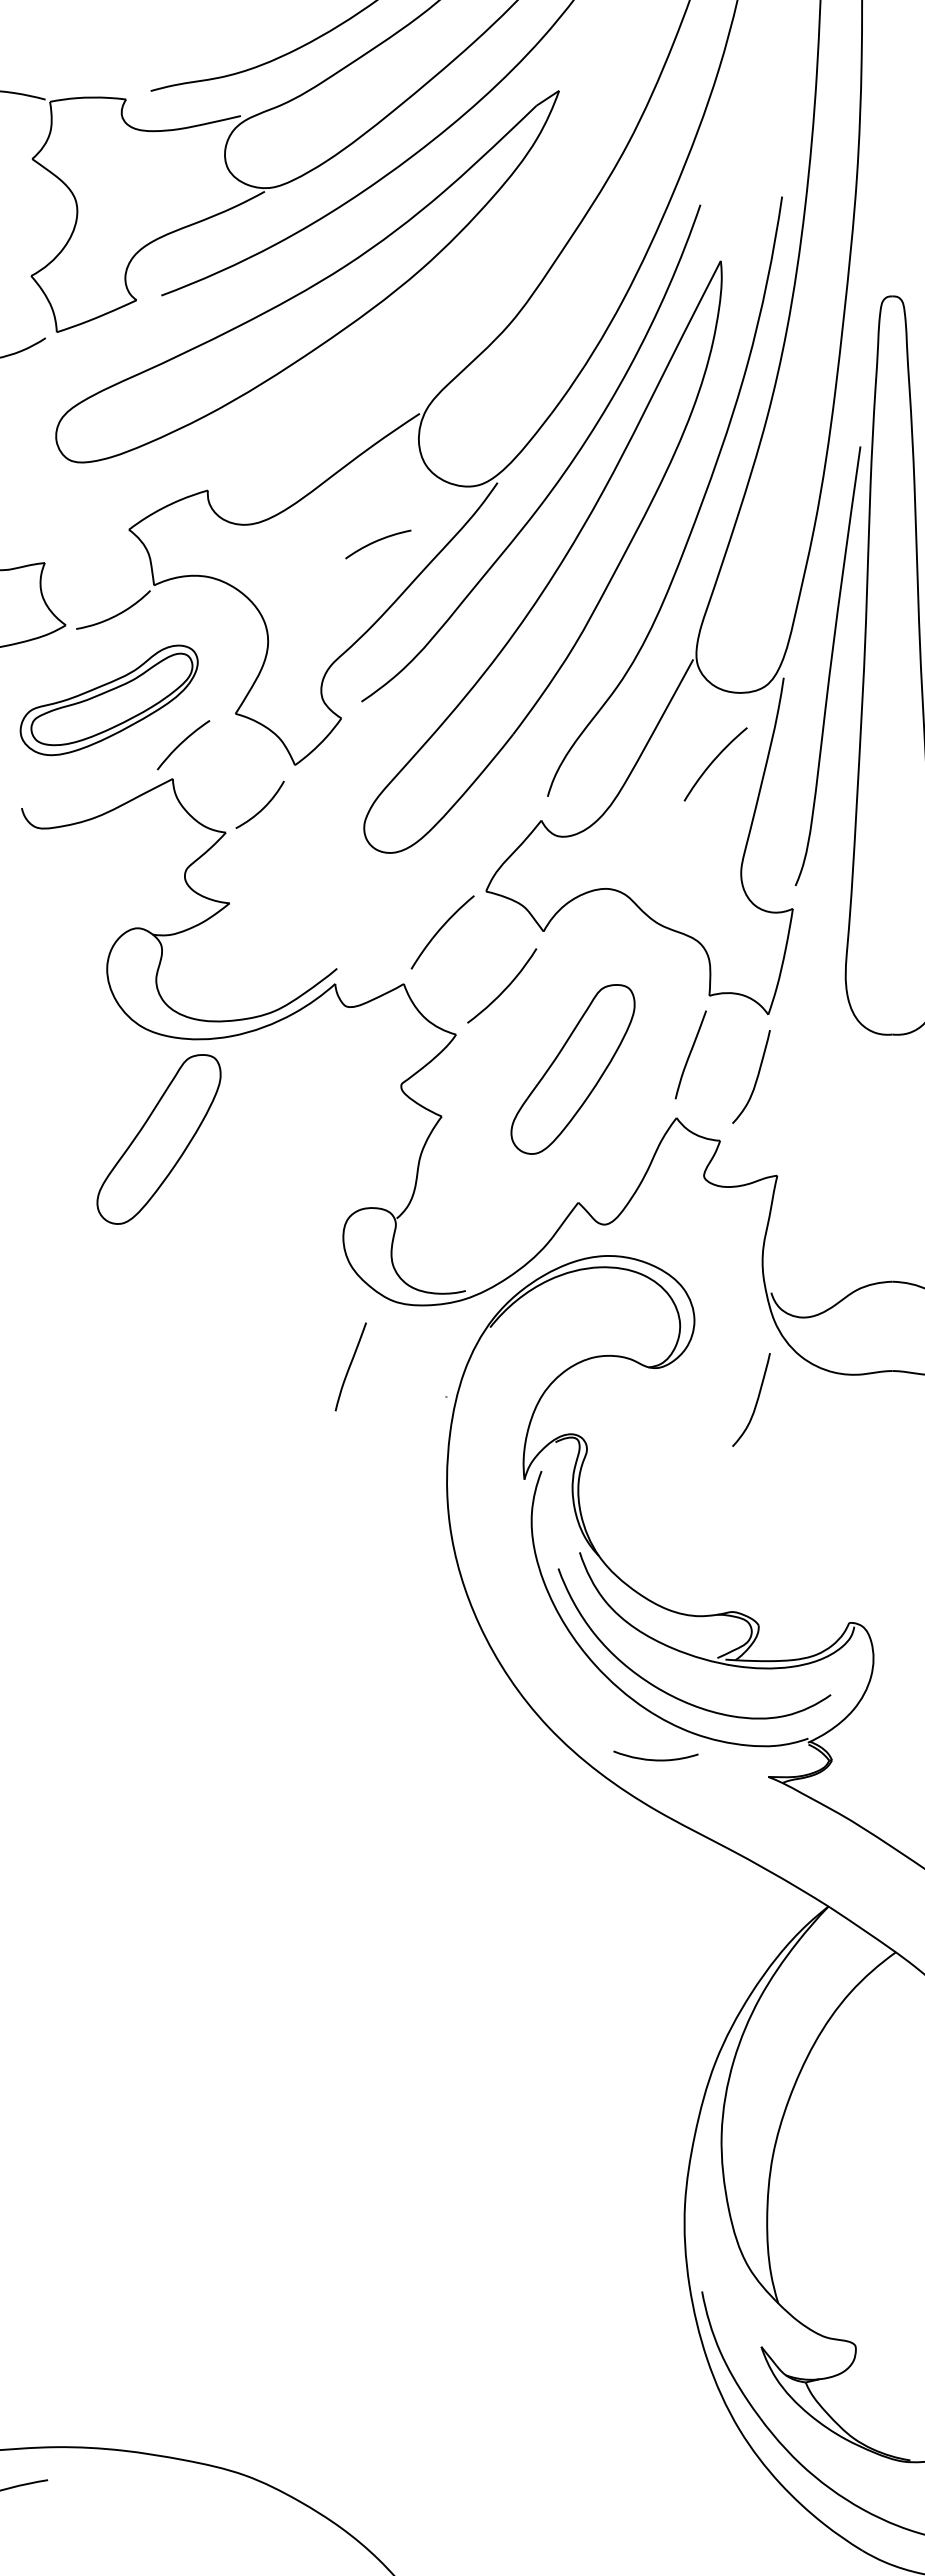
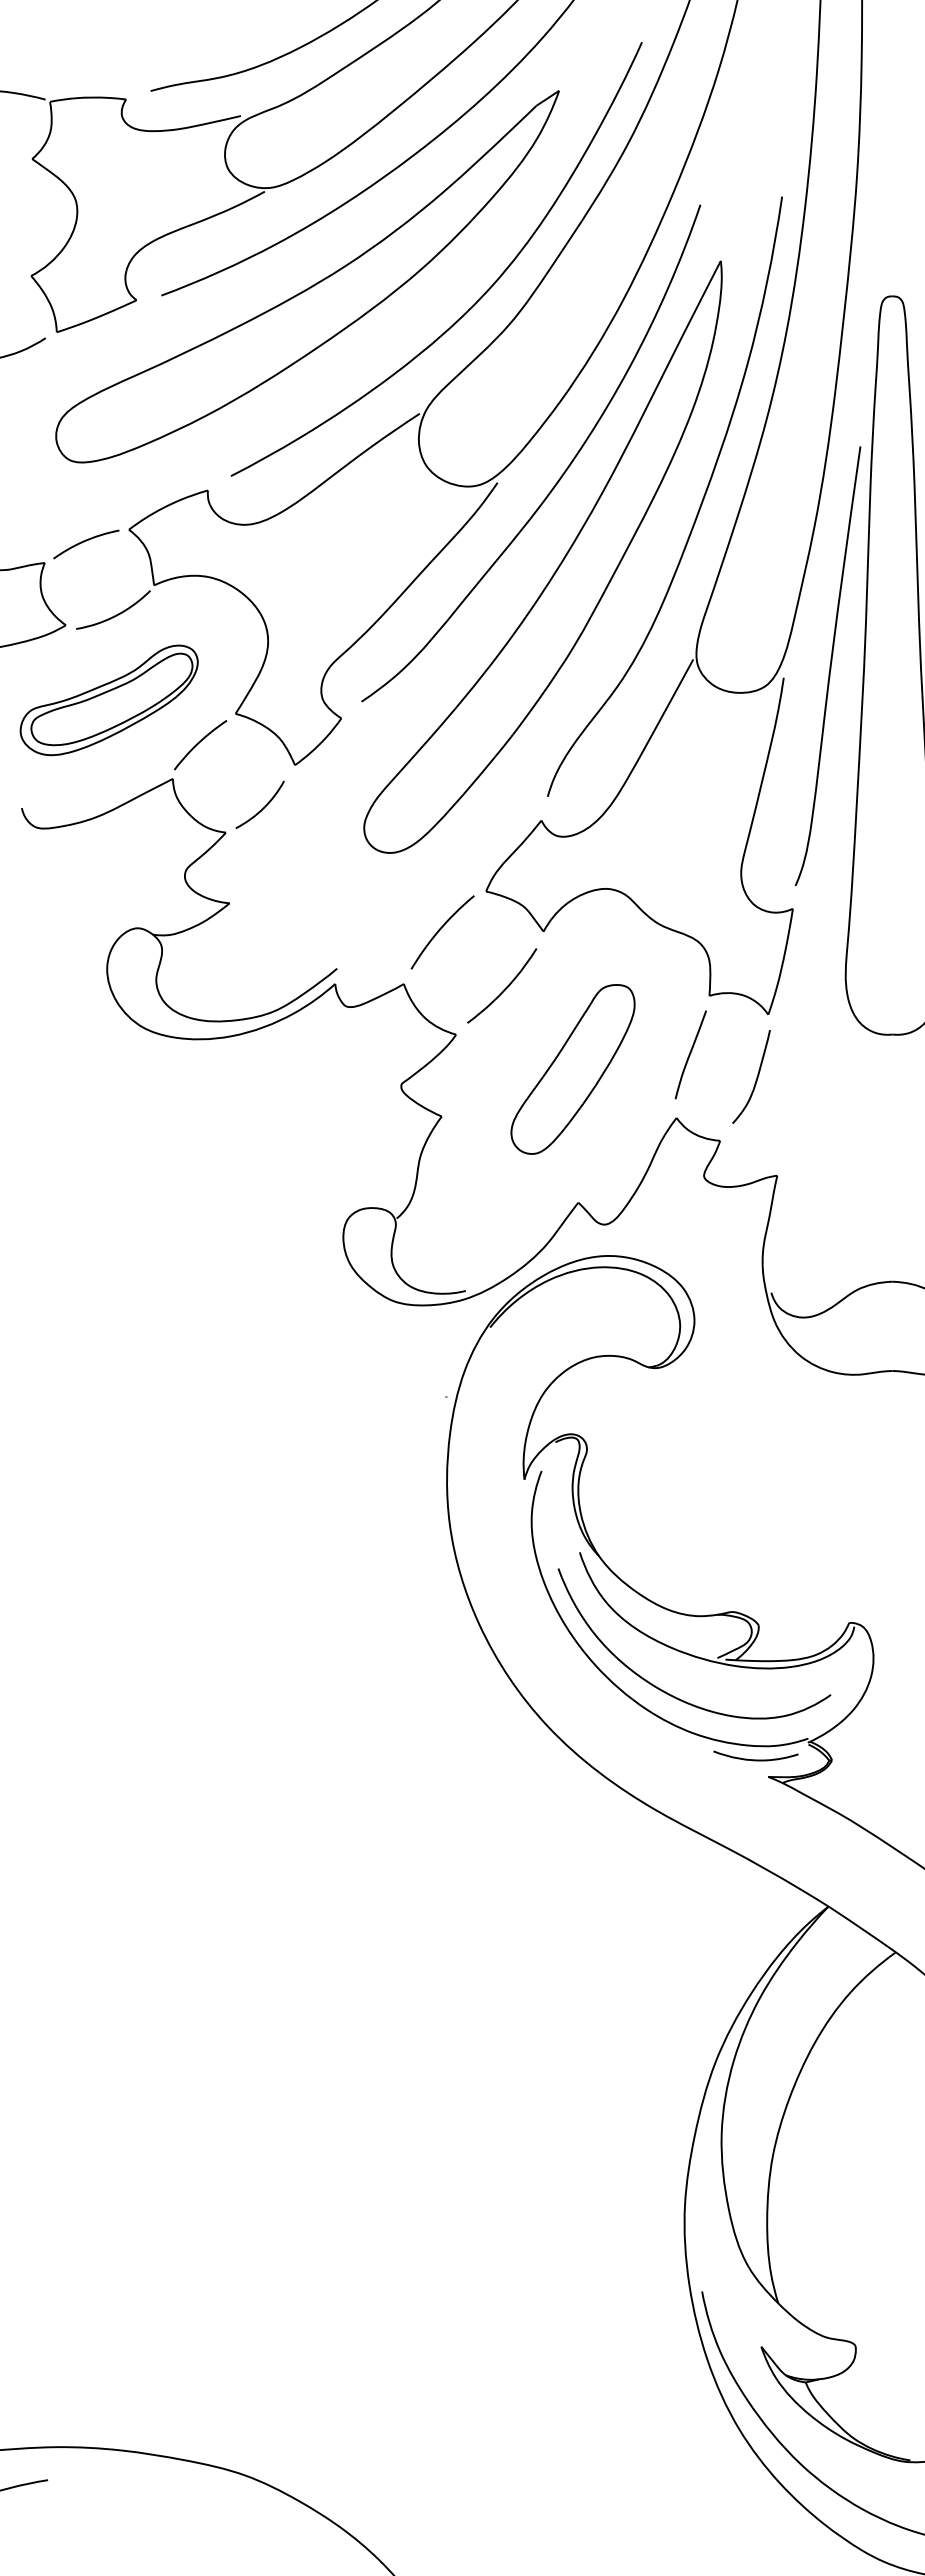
curve at (481, 295): none -> present
curve at (376, 542) position: (376, 542) -> (84, 542)
curve at (182, 743) position: (182, 743) -> (199, 743)
curve at (713, 762): present -> none
part at (158, 1139): present -> none
curve at (350, 1366): present -> none
curve at (756, 1400): present -> none
curve at (655, 1759) position: (655, 1759) -> (755, 1759)
